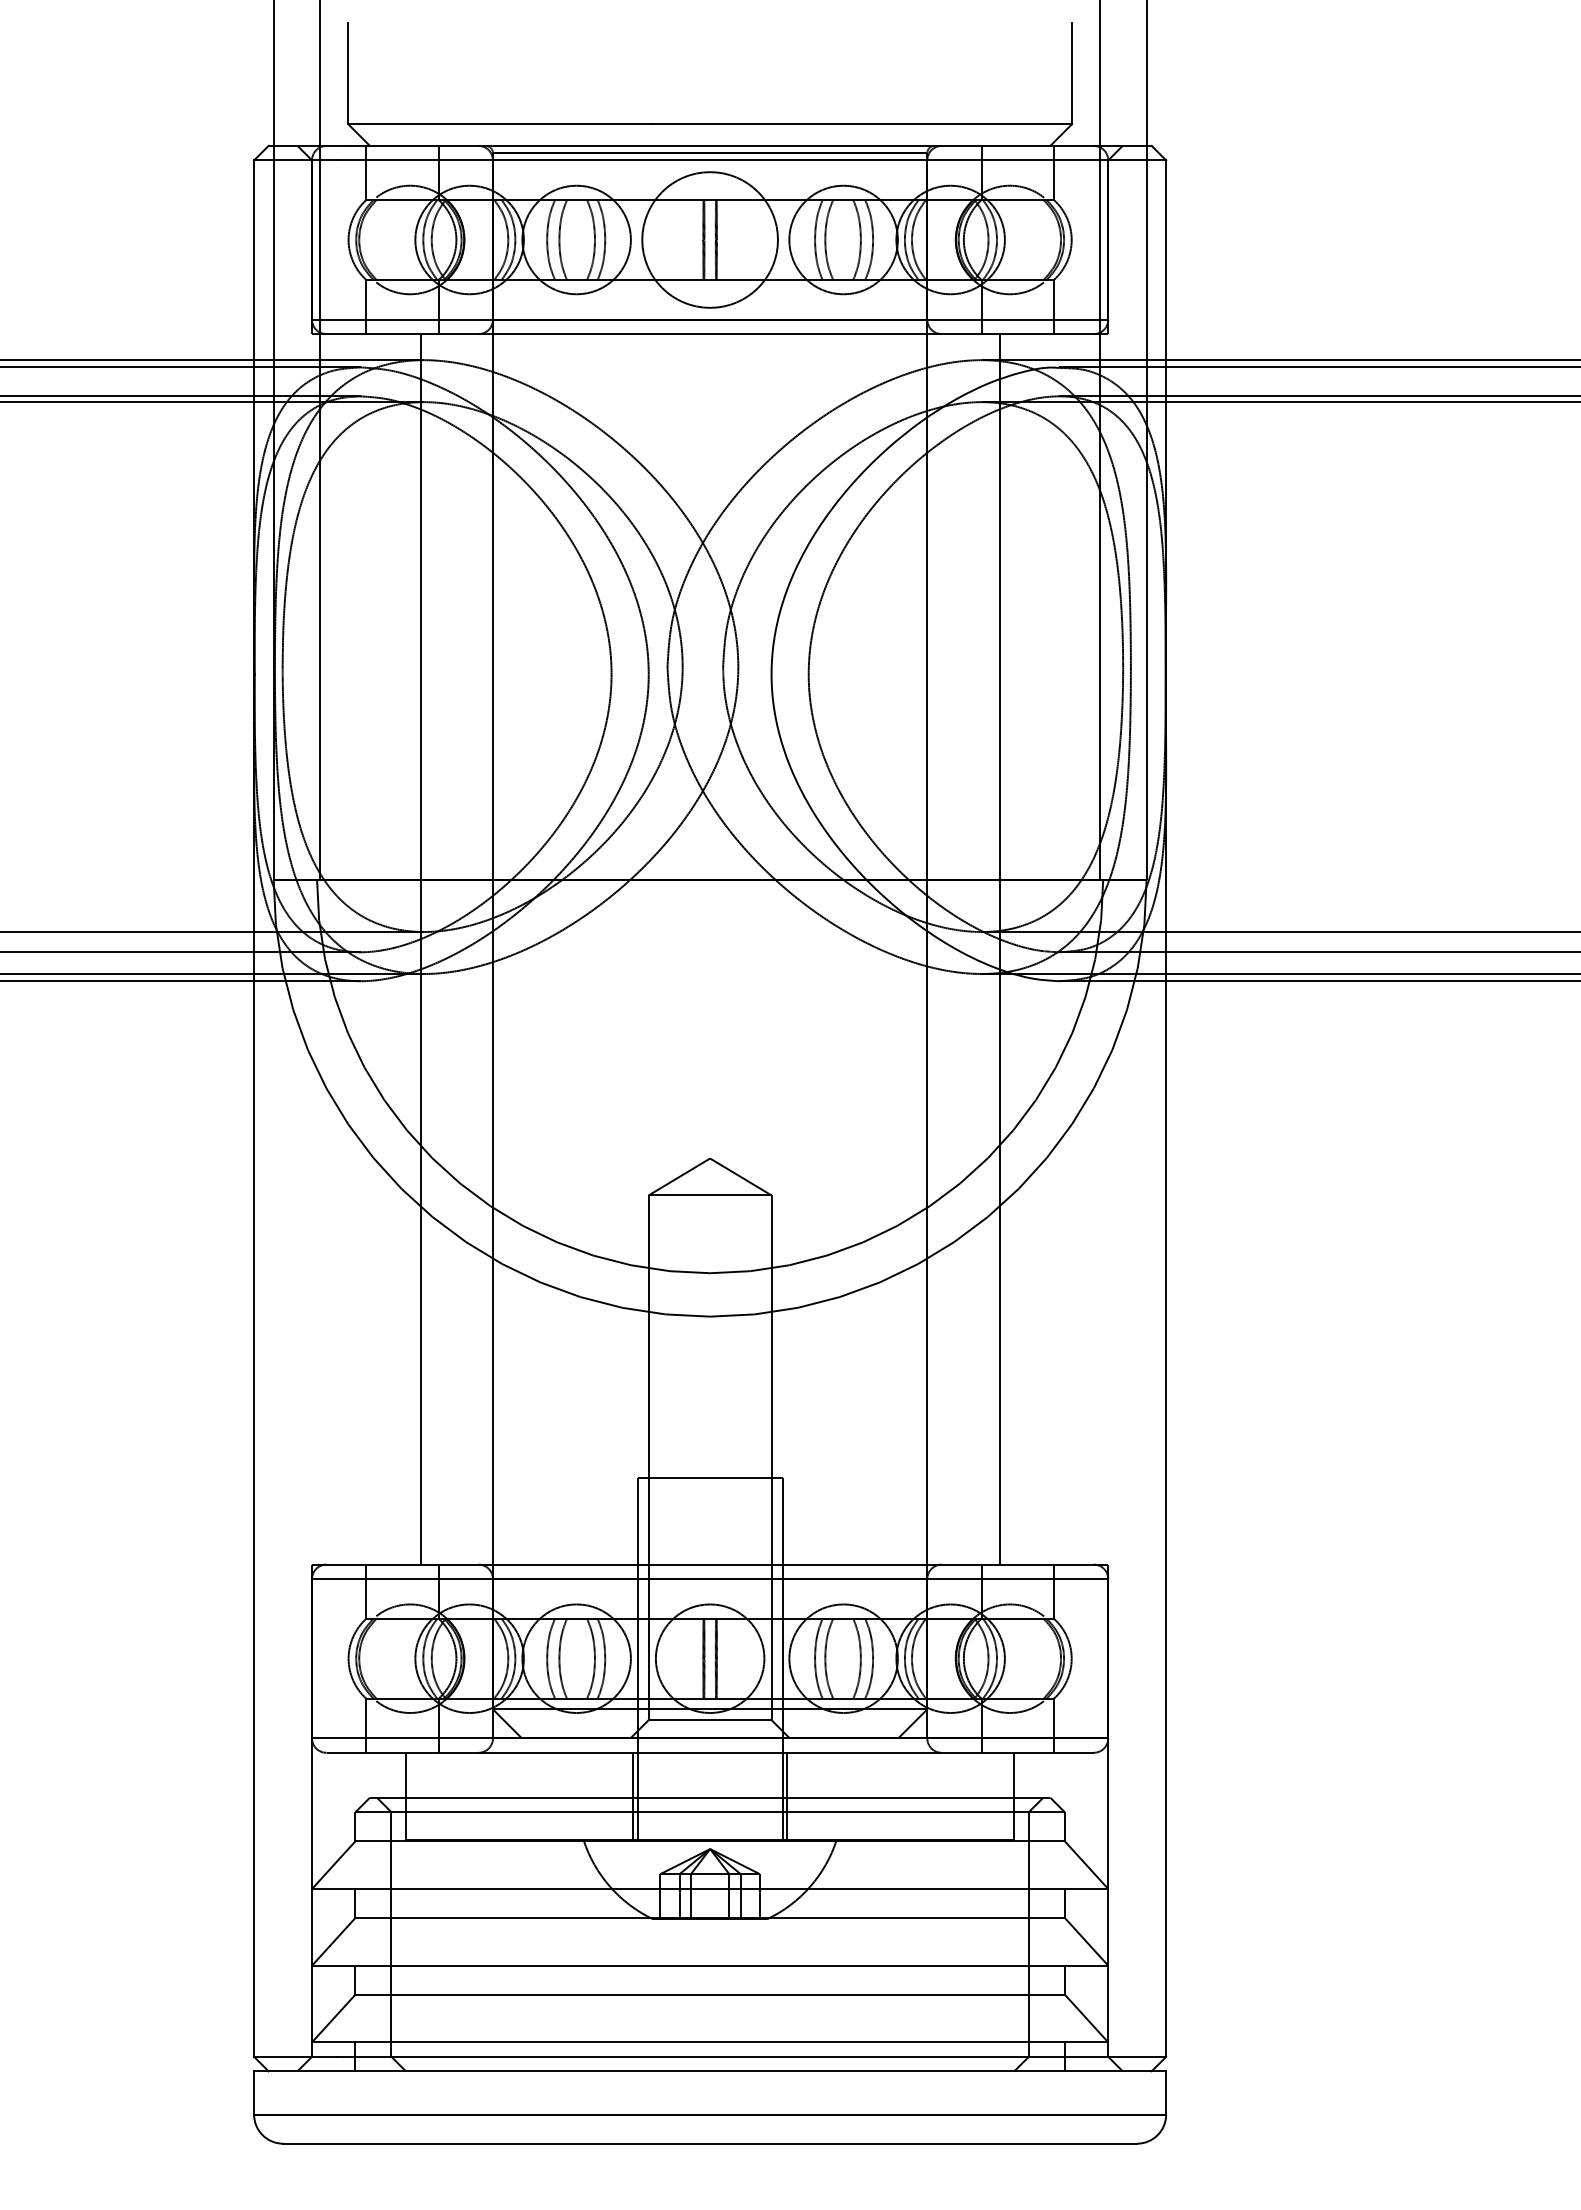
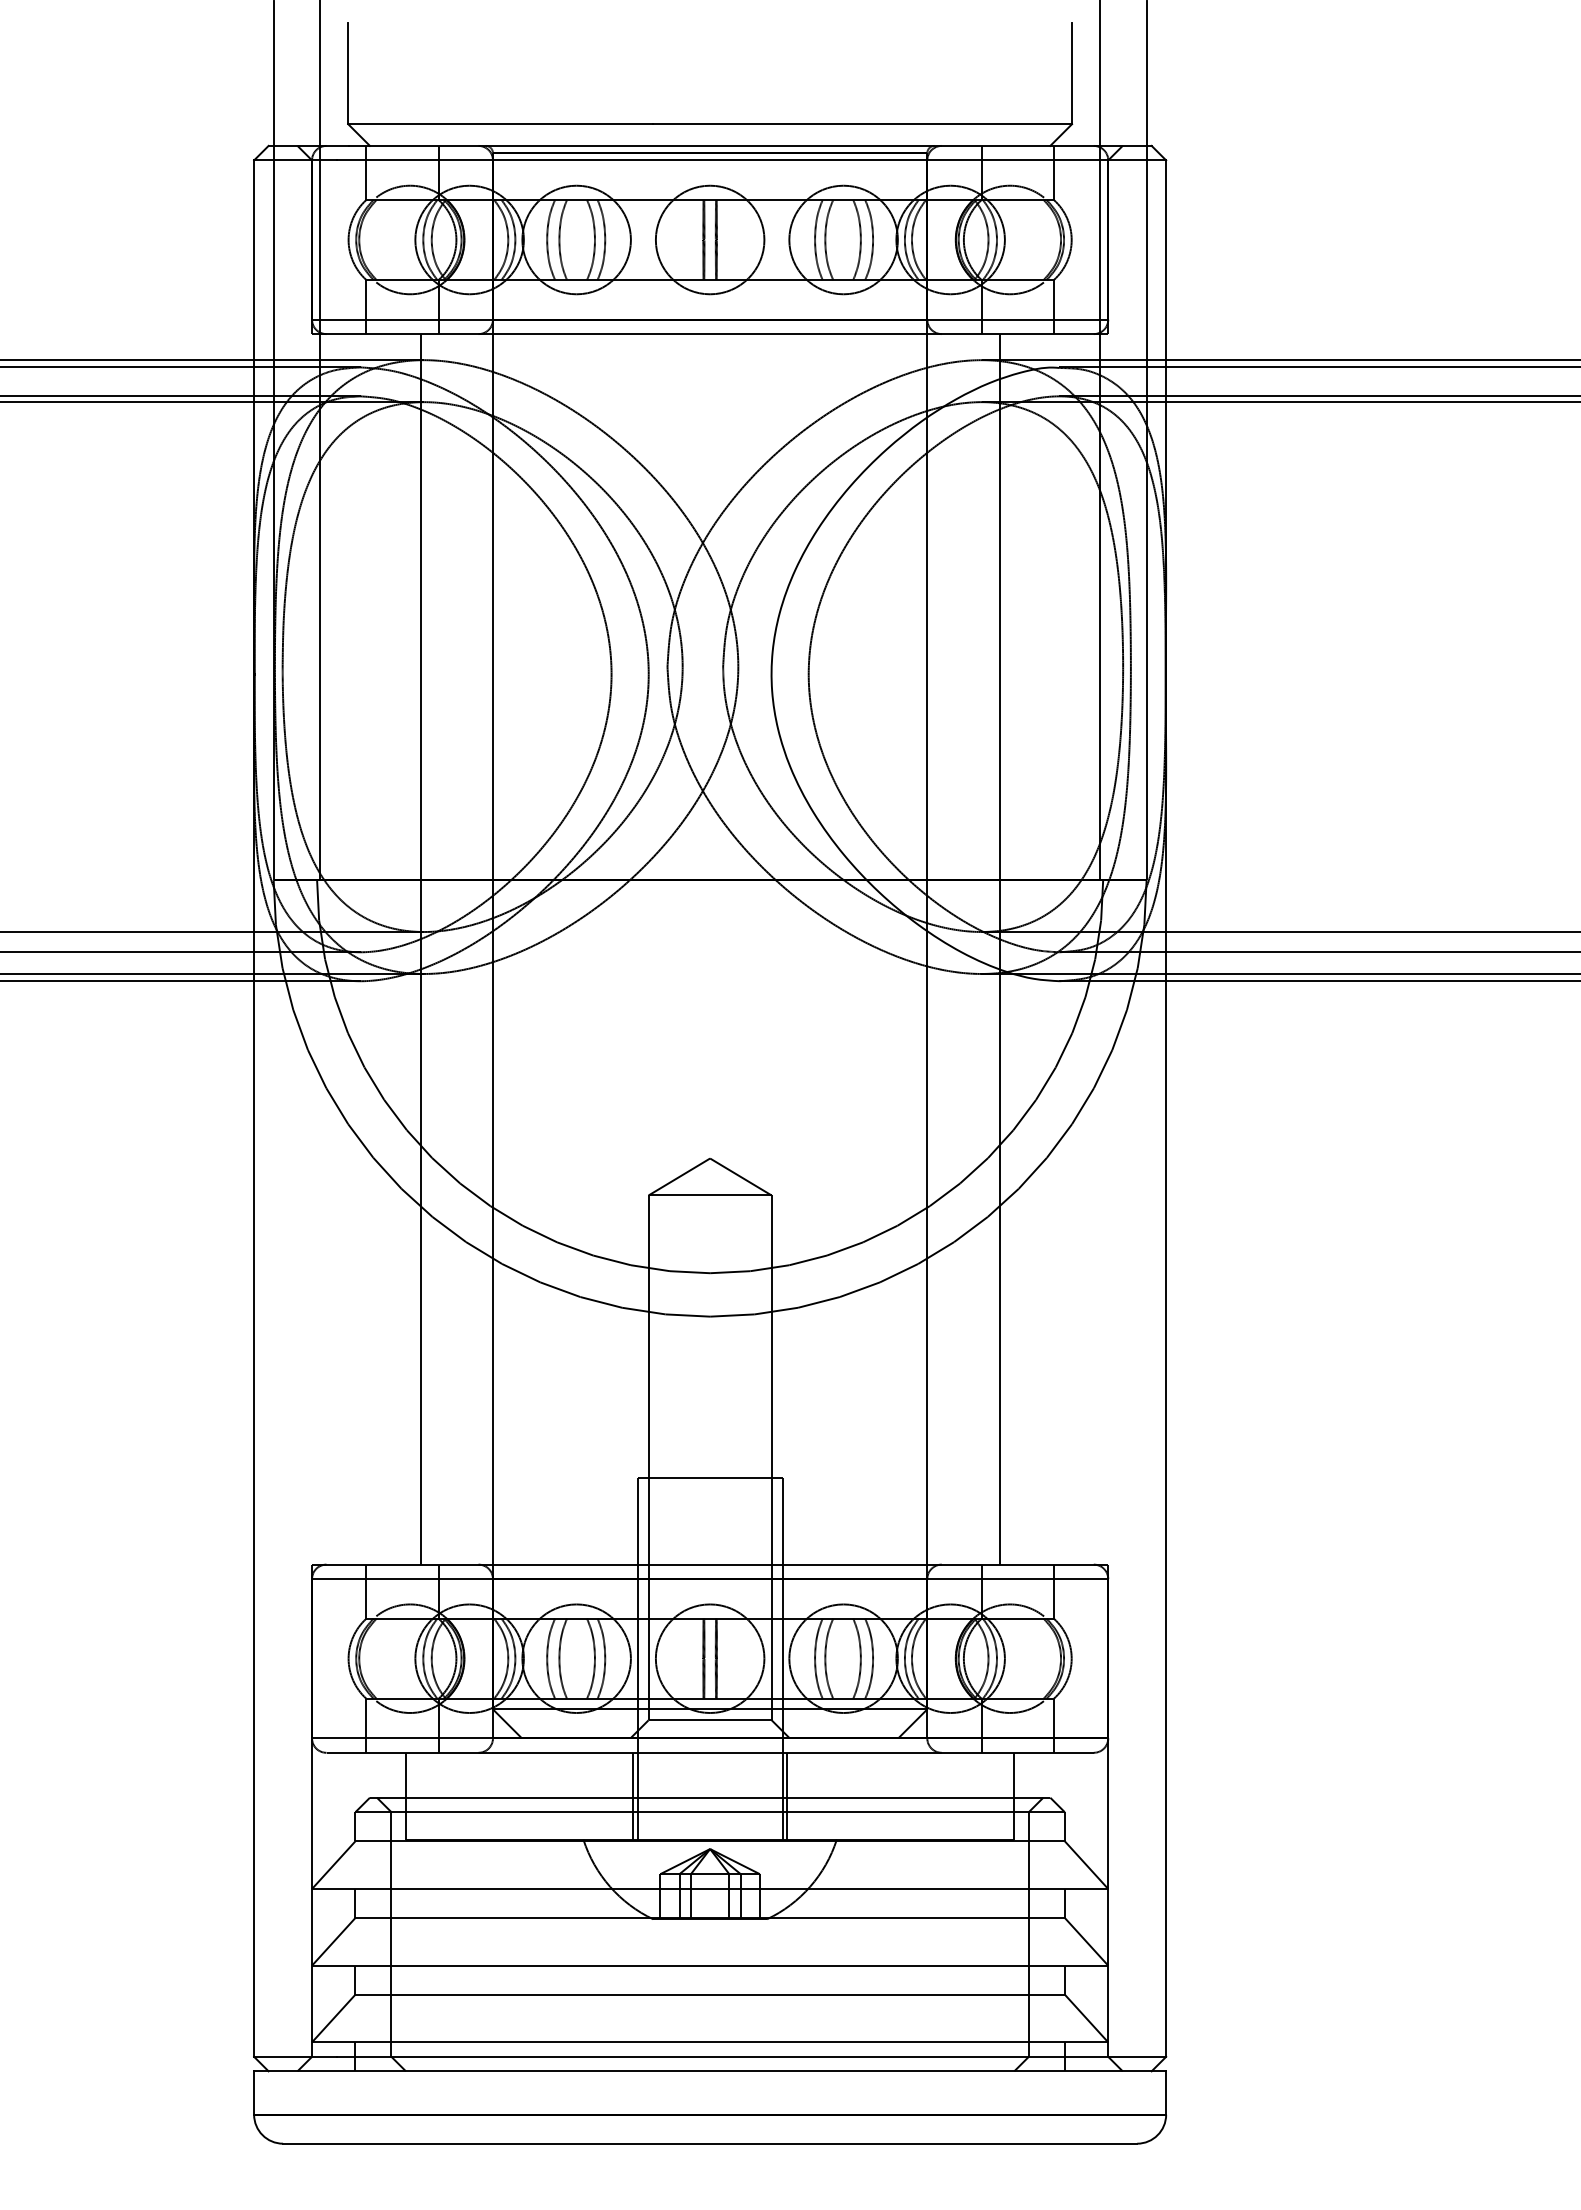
circle at (710, 239) diameter: 136 px -> 109 px
